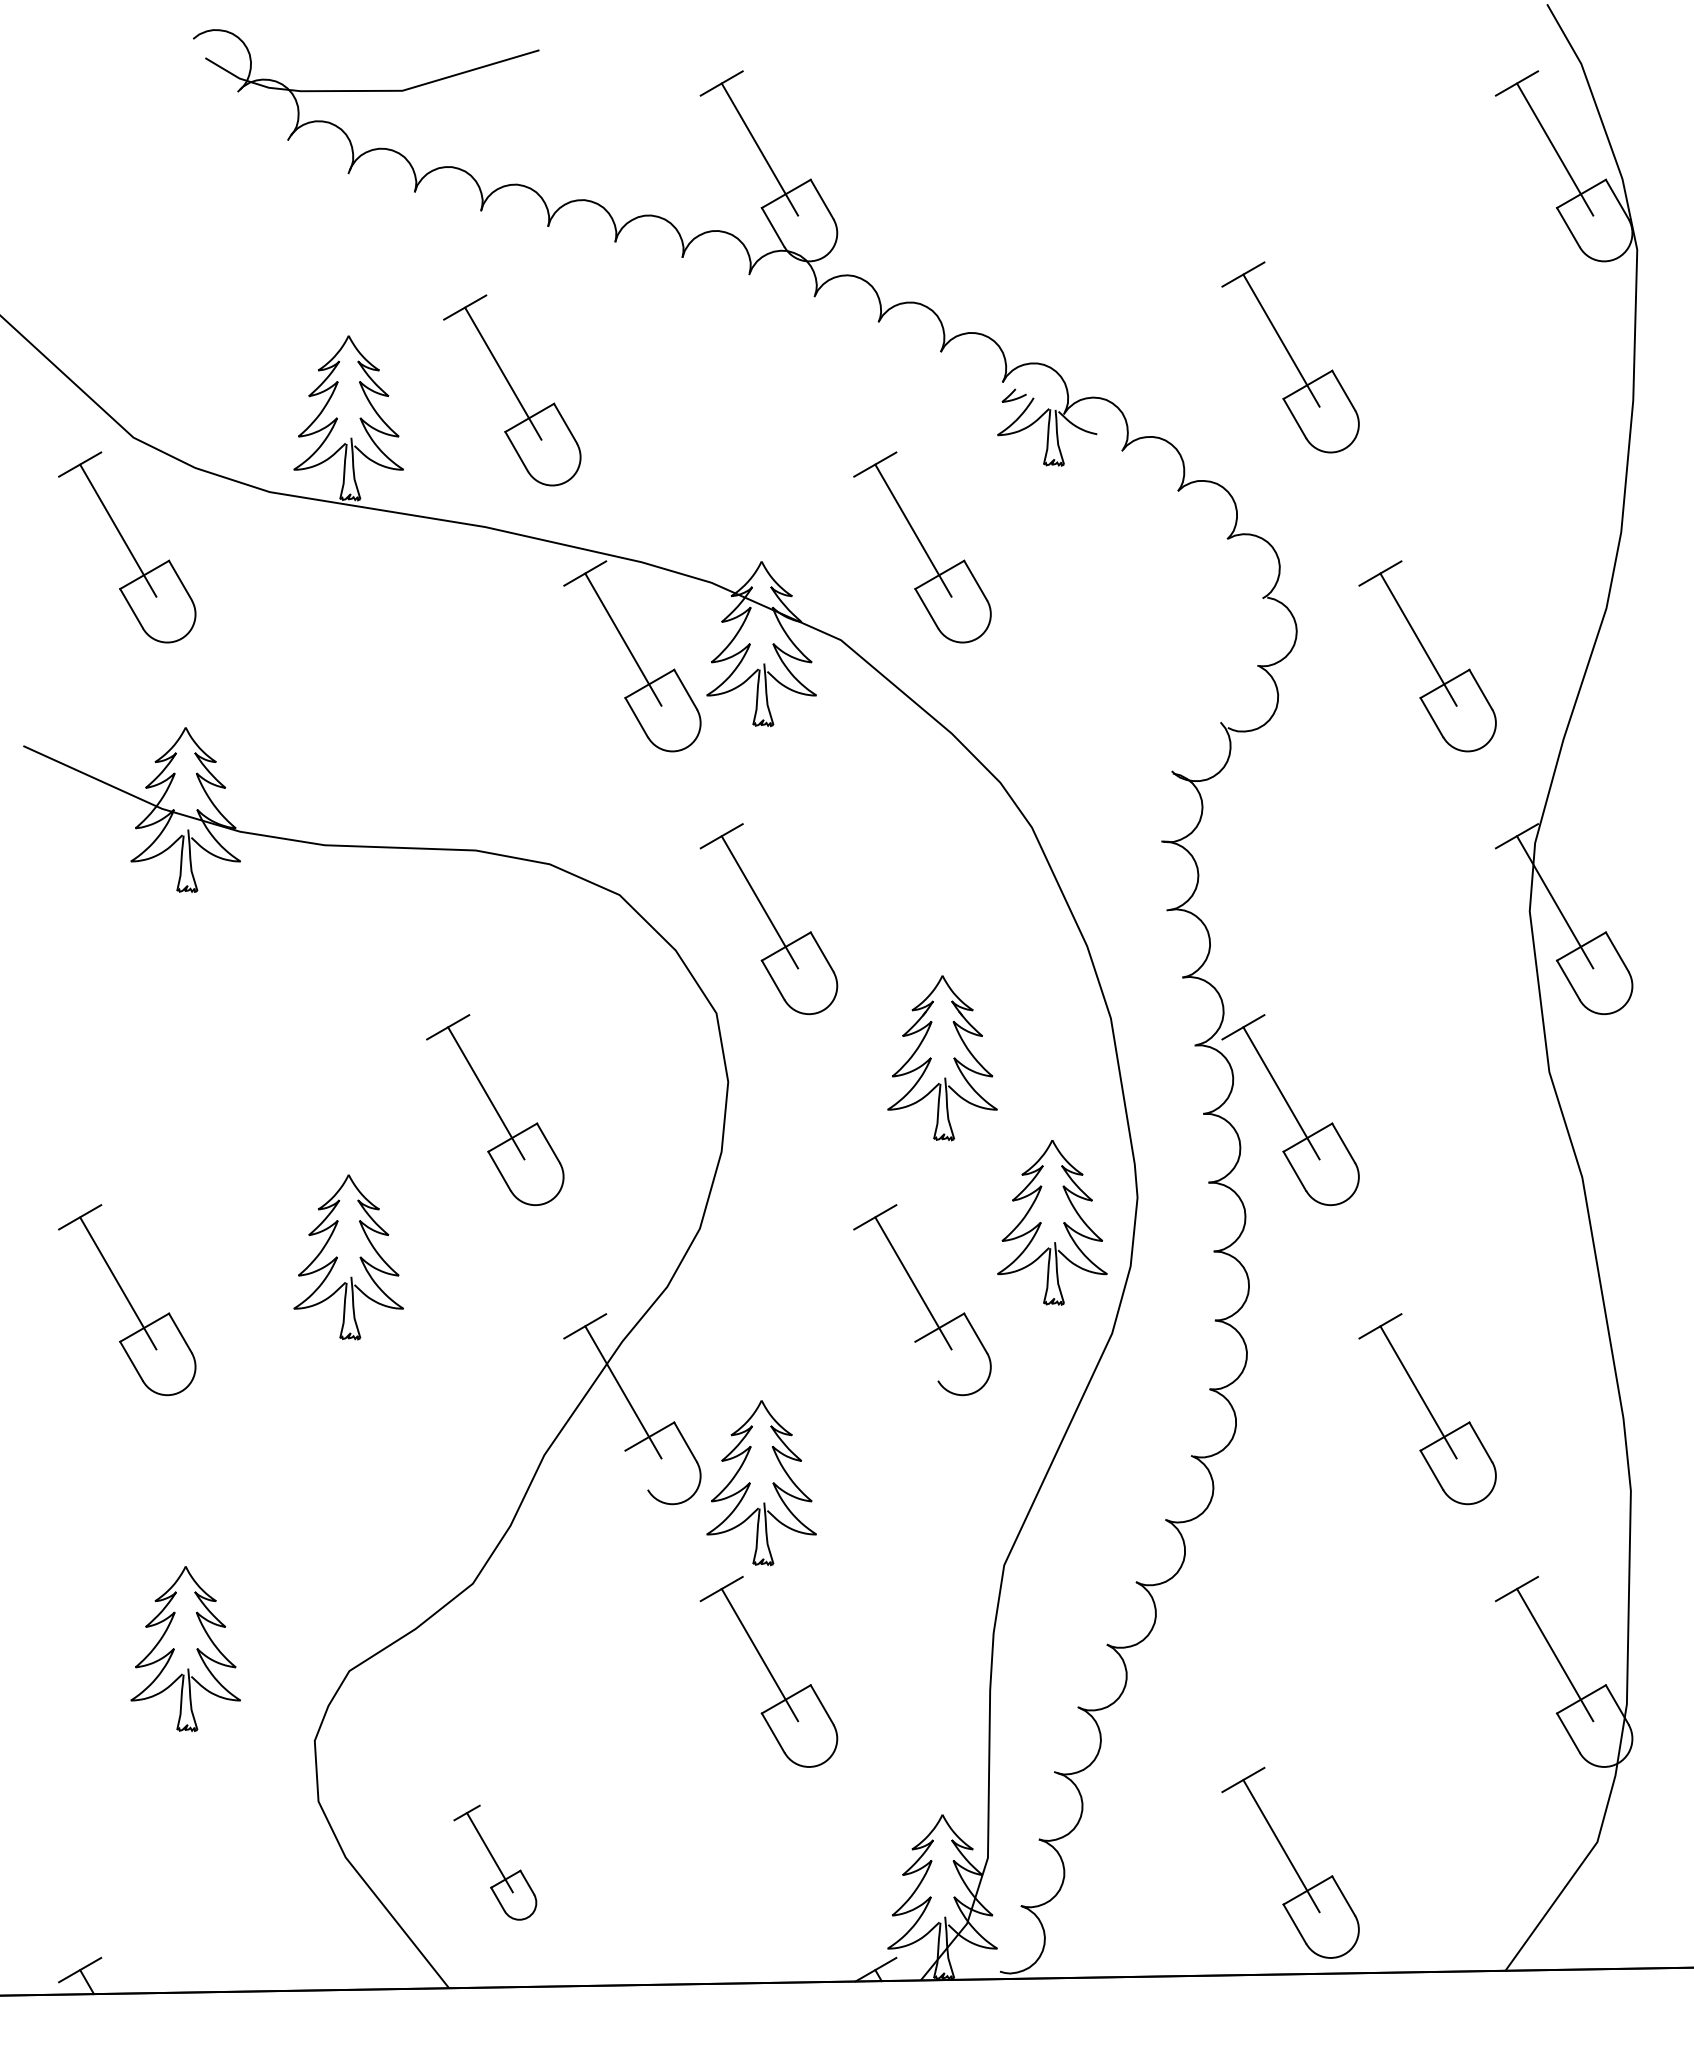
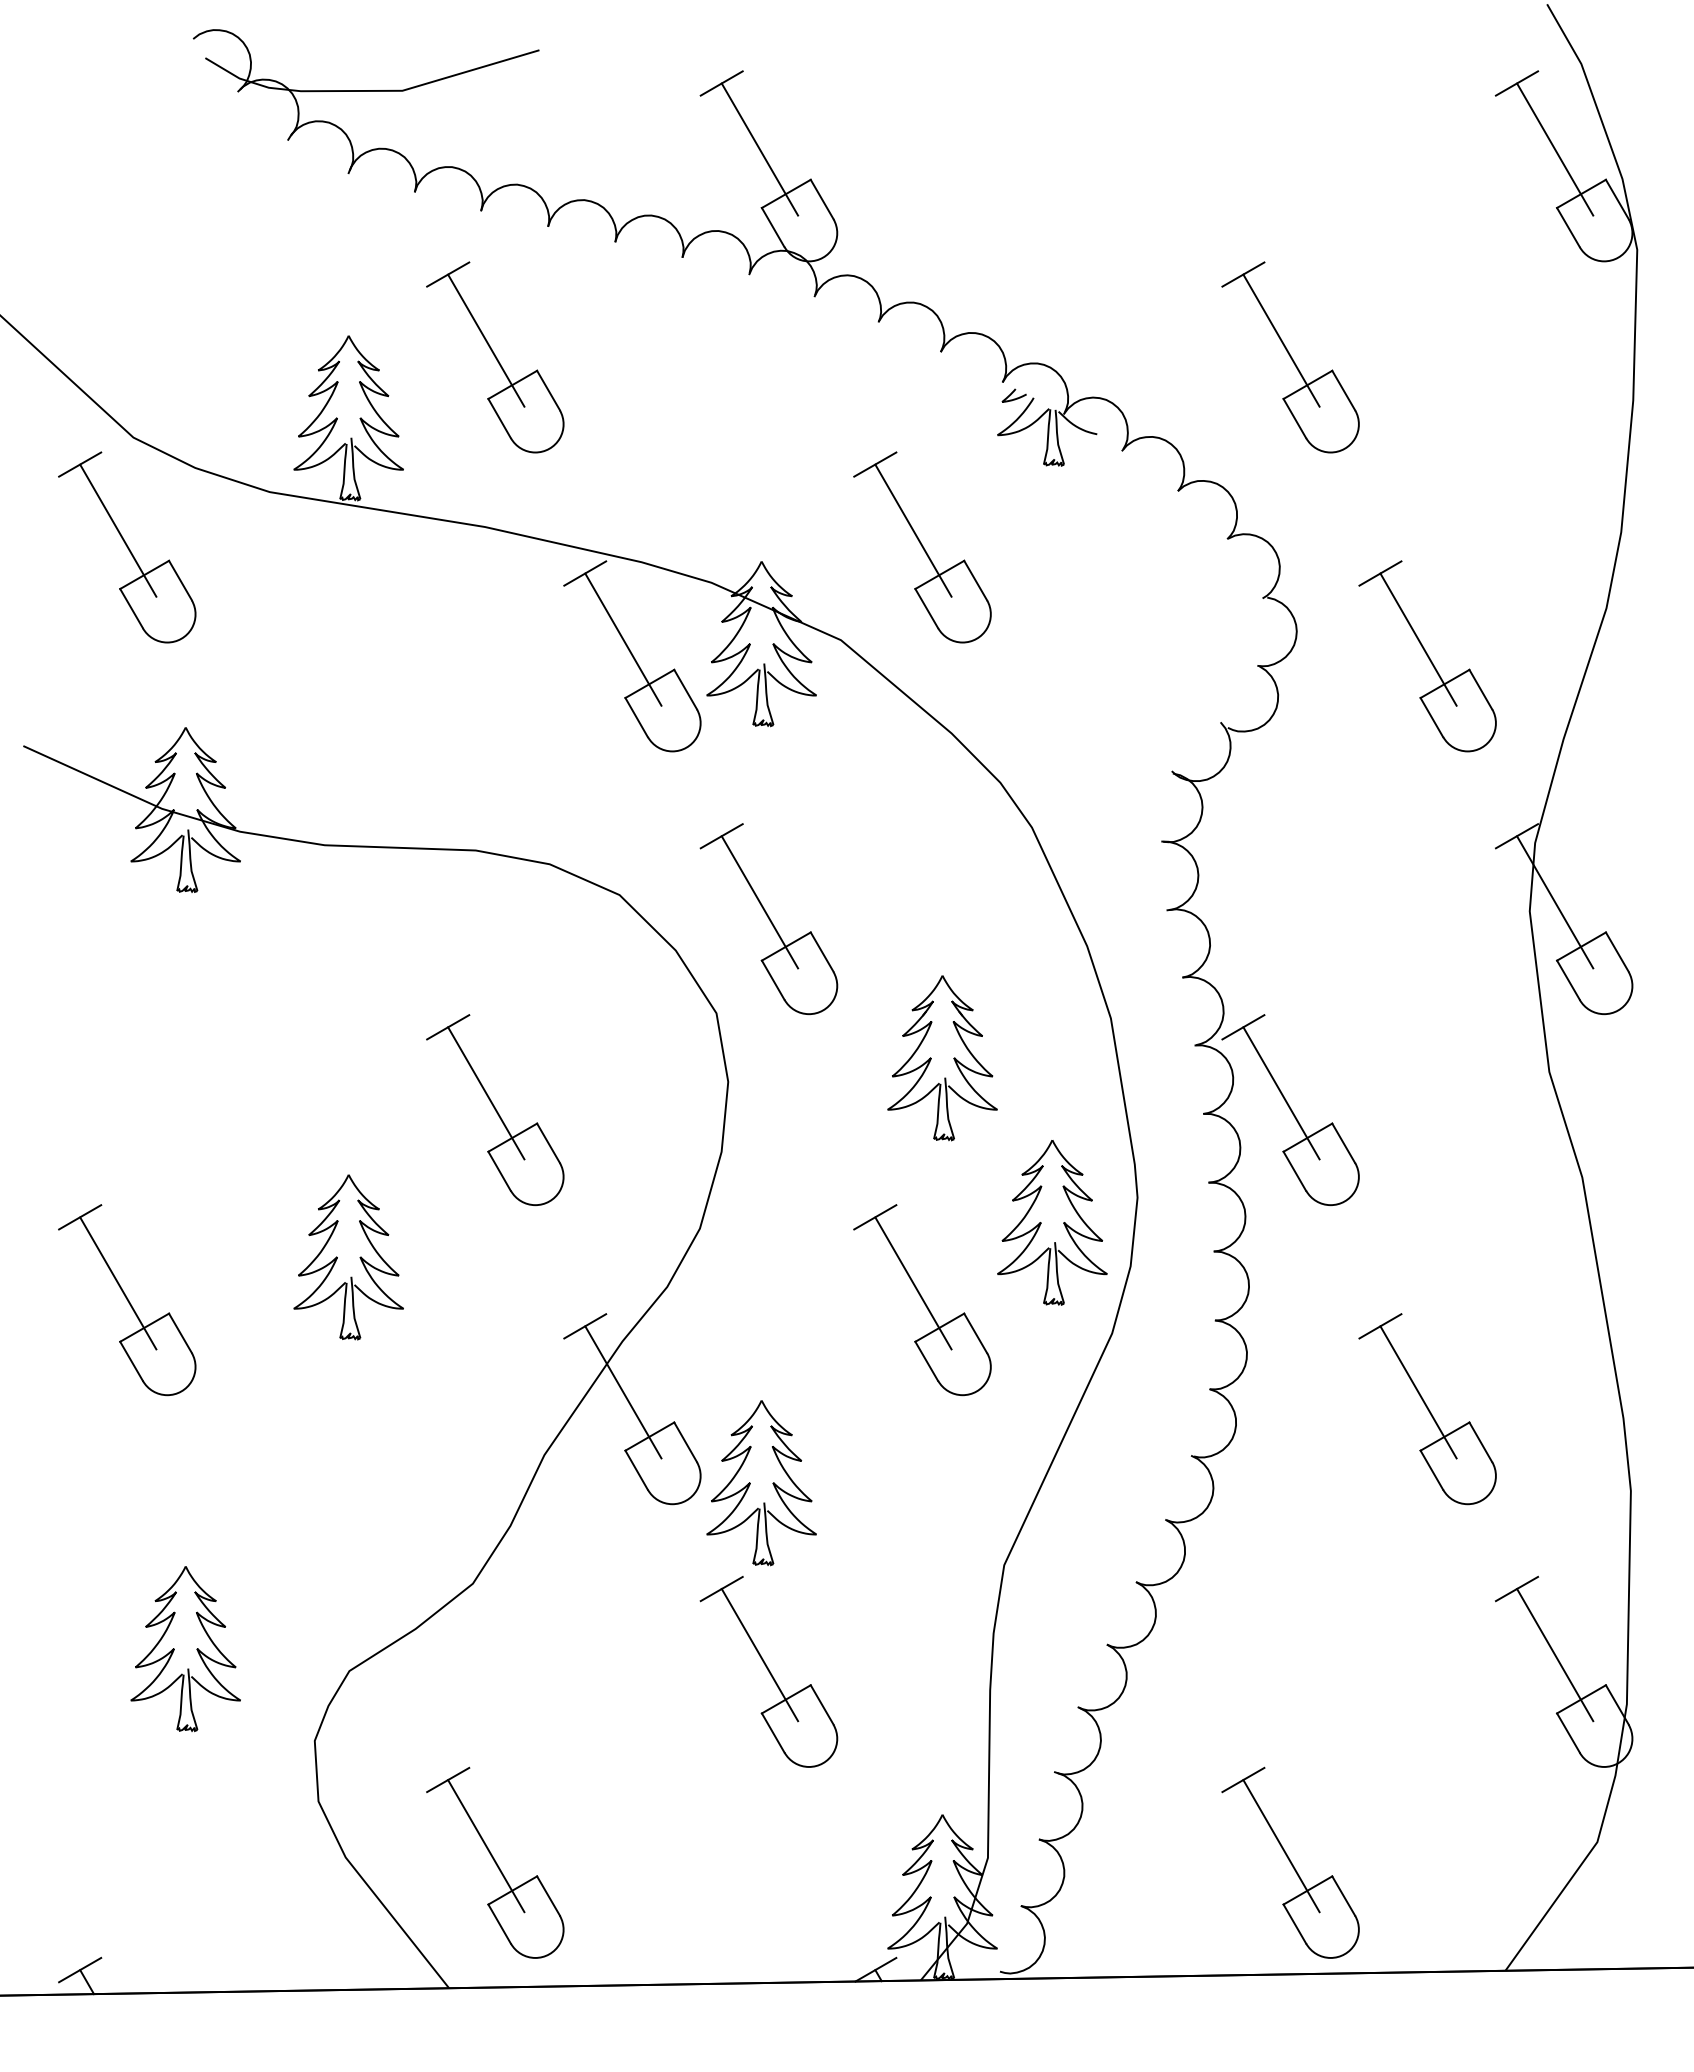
part at (512, 390) position: (512, 390) -> (495, 357)
line at (926, 1360): none -> present
line at (636, 1469): none -> present
part at (495, 1862) size: 85x117 px -> 139x193 px
